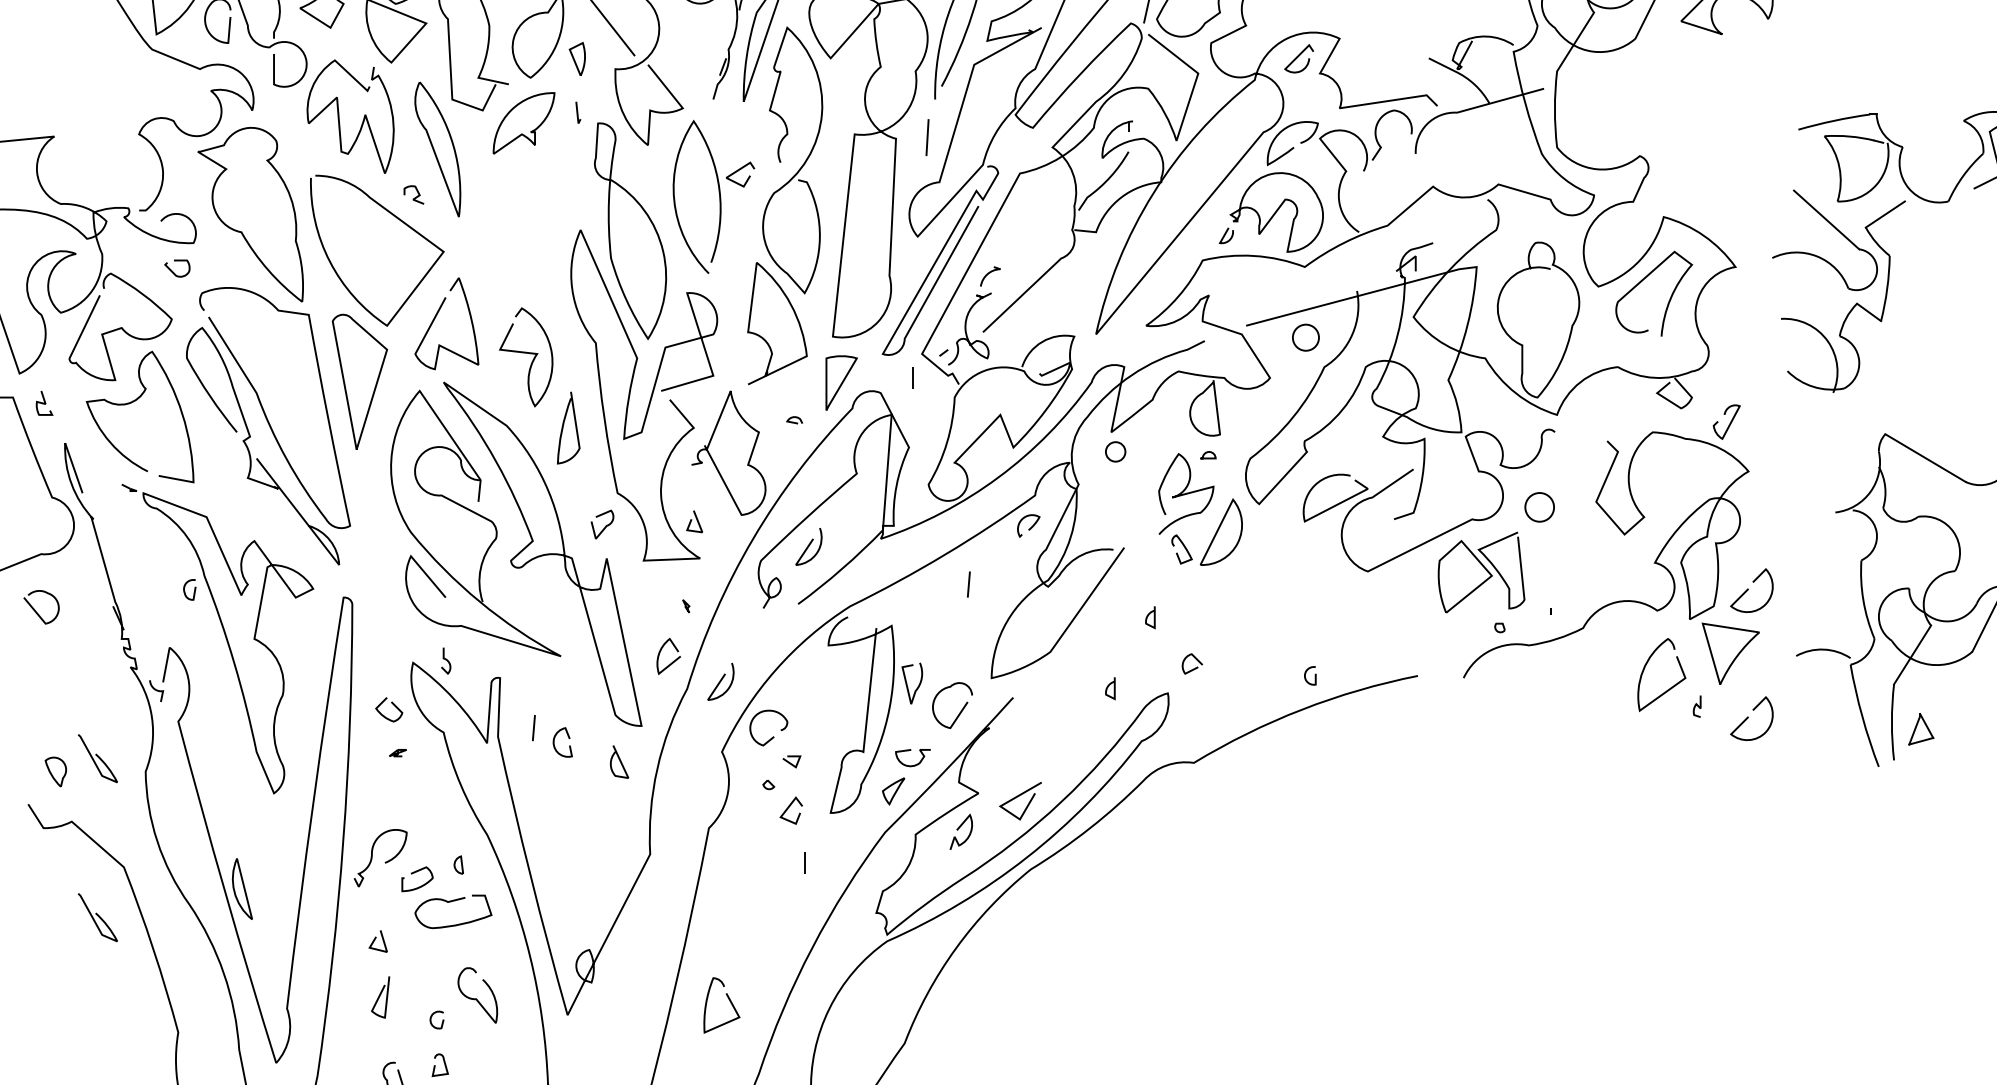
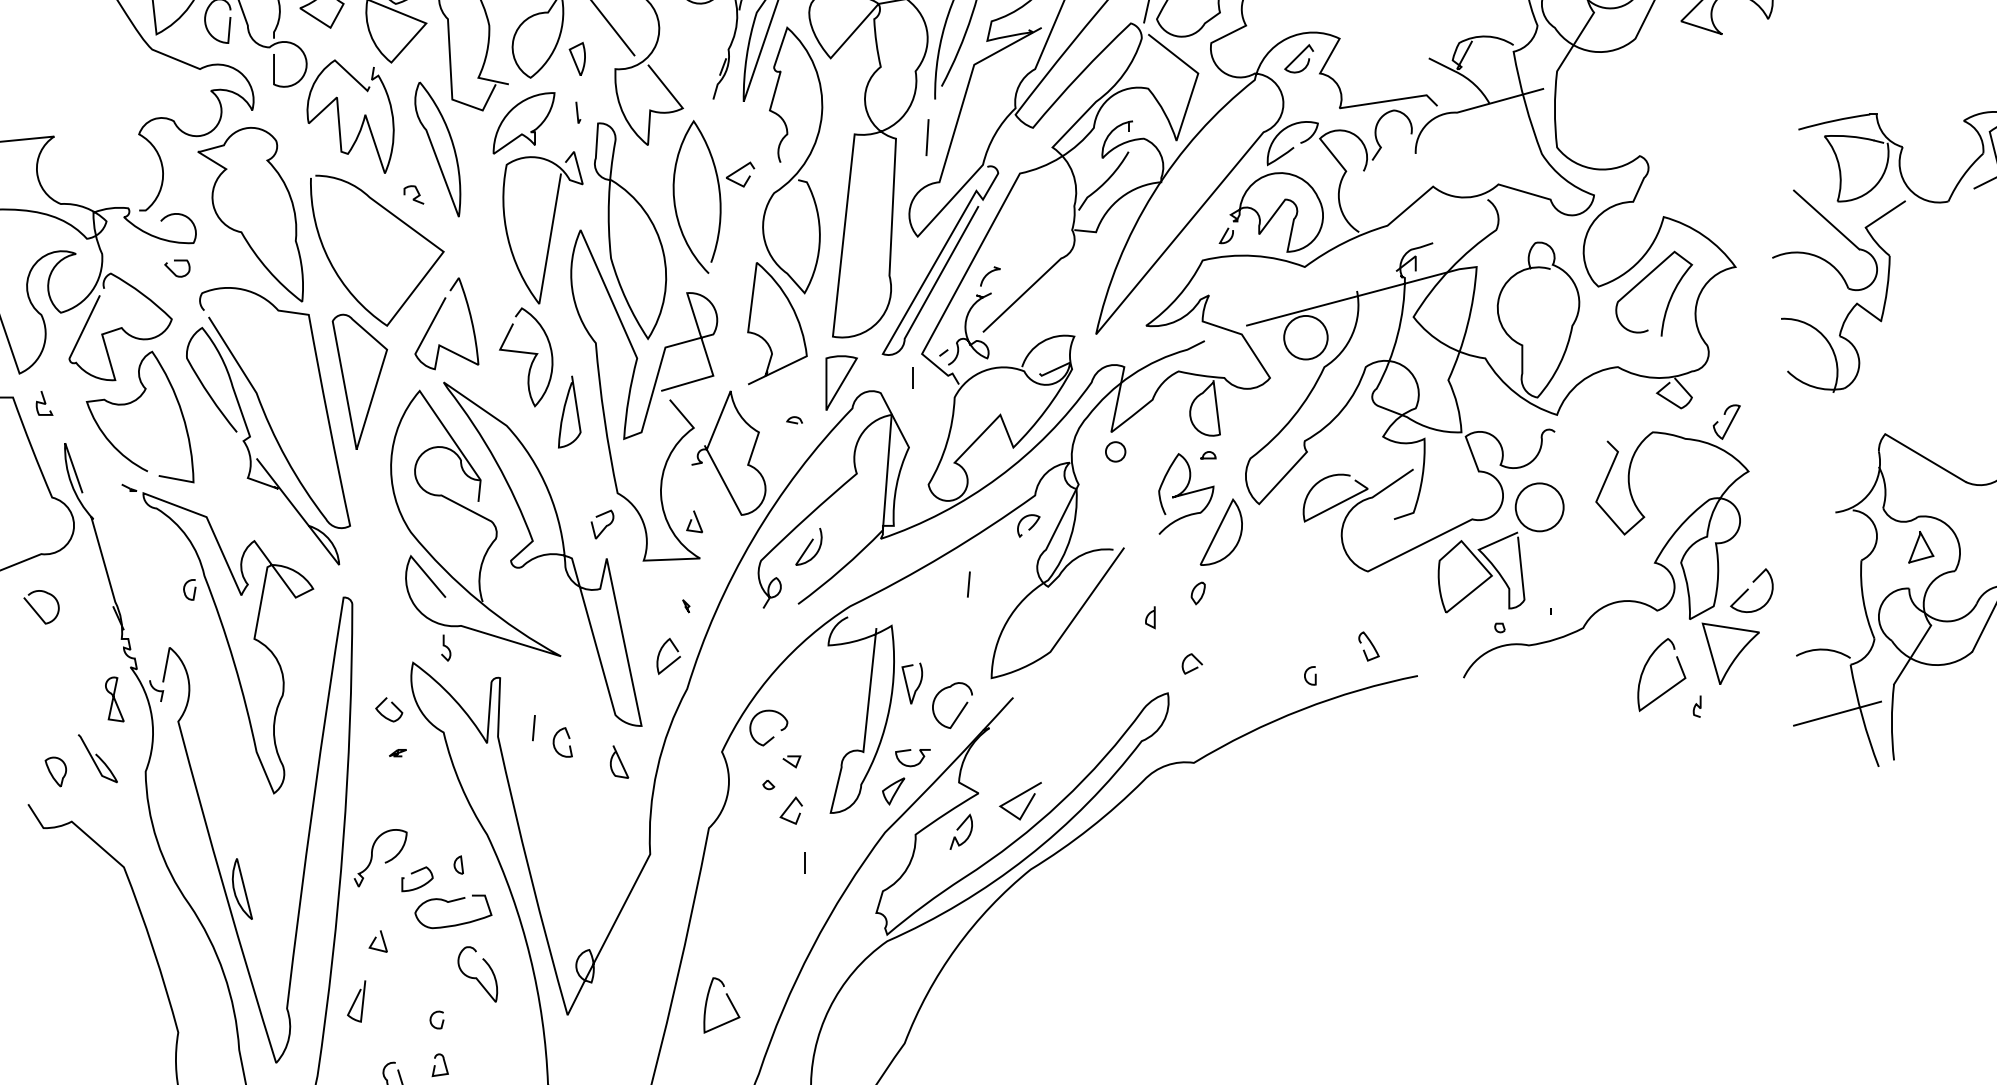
curve at (550, 229): none -> present
circle at (1305, 337) diameter: 26 px -> 44 px
curve at (564, 424) position: (564, 424) -> (565, 408)
circle at (1539, 507) diameter: 29 px -> 48 px
curve at (1184, 548) position: (1184, 548) -> (1371, 645)
part at (1197, 593): none -> present
curve at (446, 660) position: (446, 660) -> (446, 647)
curve at (720, 681): present -> none
curve at (1109, 686): present -> none
part at (114, 699): none -> present
line at (1837, 713): none -> present
curve at (1748, 718): present -> none
part at (1921, 729) position: (1921, 729) -> (1921, 547)
curve at (97, 916): present -> none
curve at (380, 996) position: (380, 996) -> (356, 1000)
curve at (476, 998) position: (476, 998) -> (476, 977)
